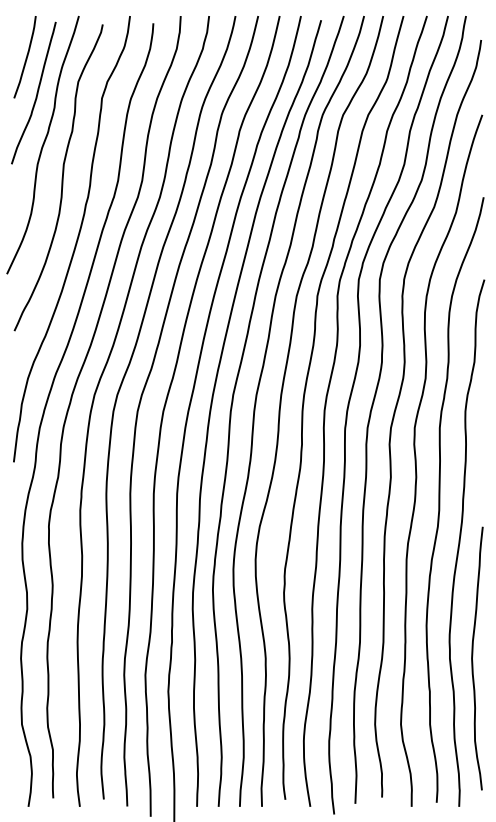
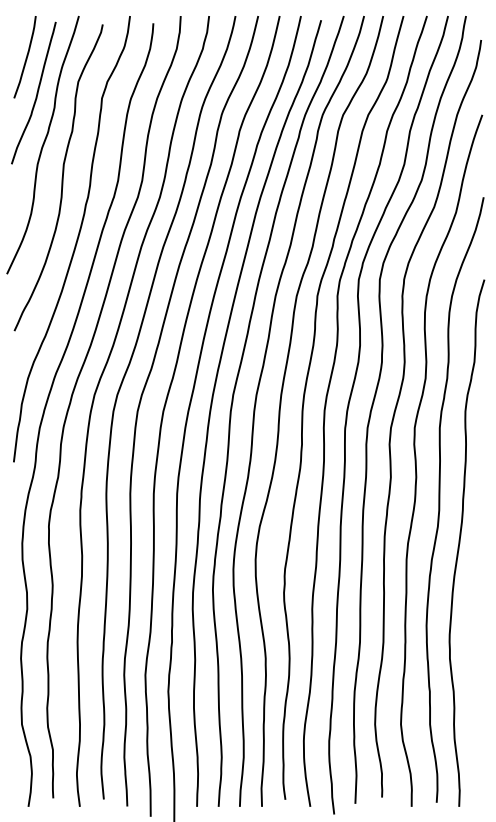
curve at (473, 656): present -> none
